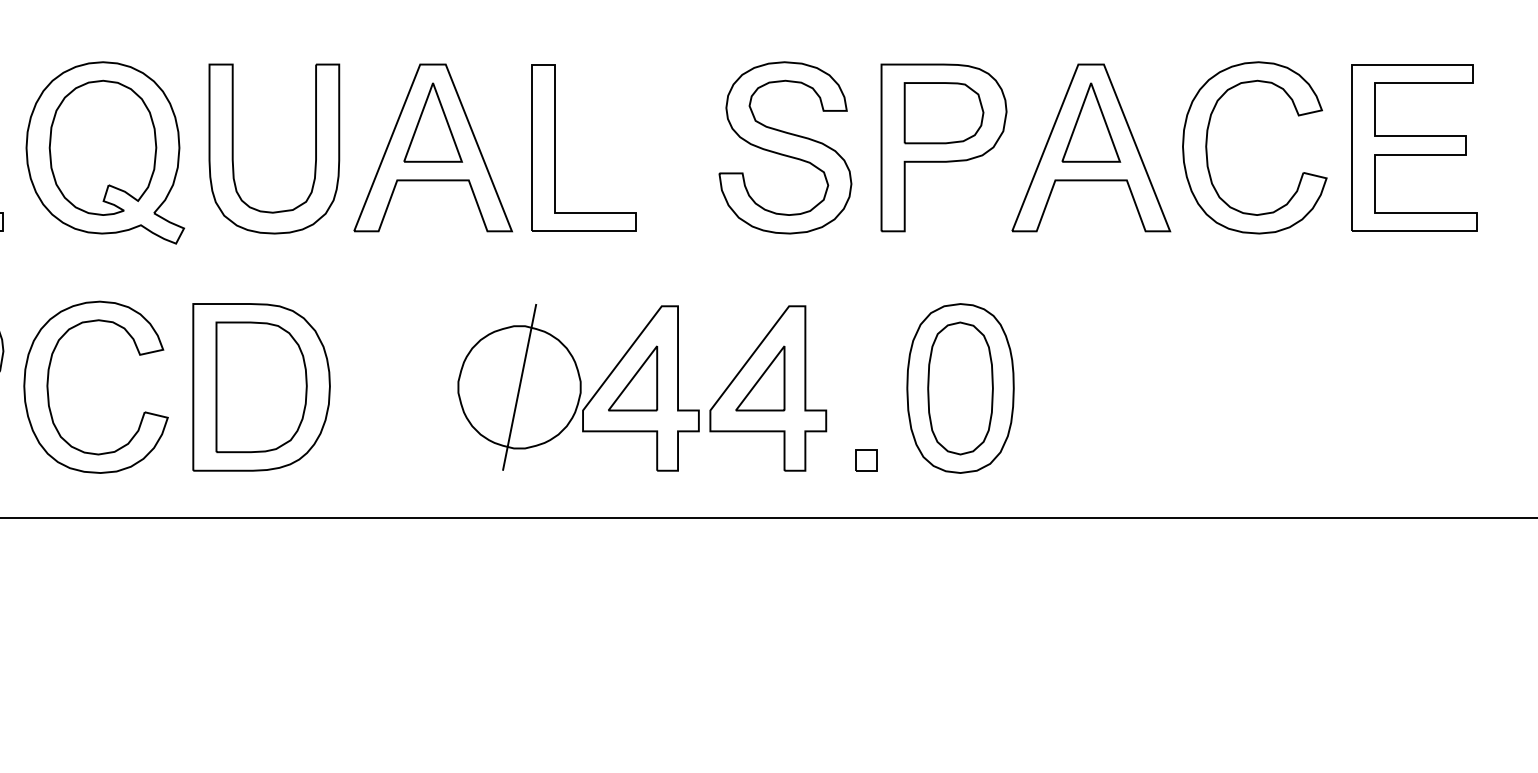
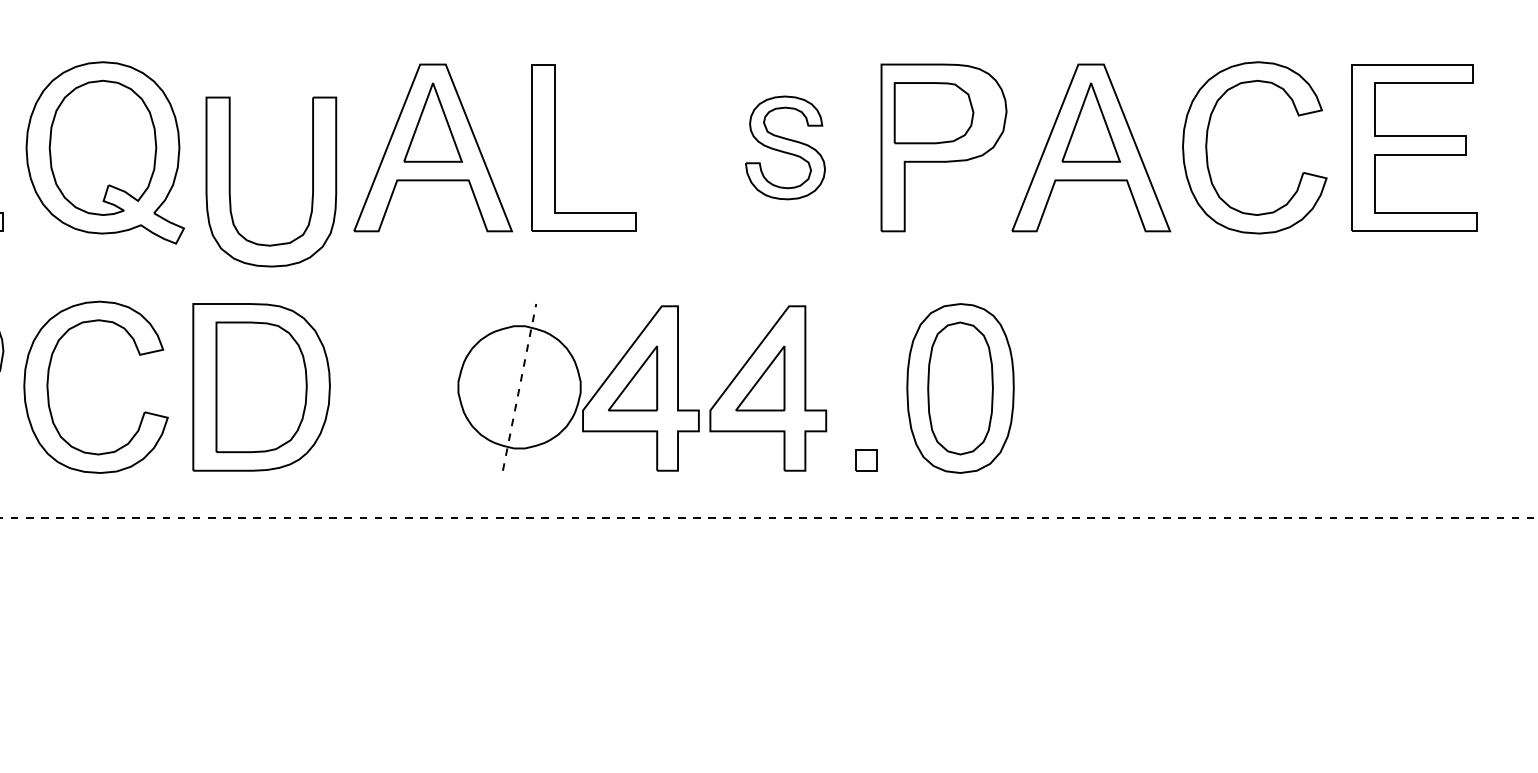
part at (943, 113) position: (943, 113) -> (933, 113)
part at (785, 147) size: 135x174 px -> 81x106 px
part at (233, 148) position: (233, 148) -> (230, 181)
line at (519, 386): solid -> dashed
line at (768, 517): solid -> dashed
